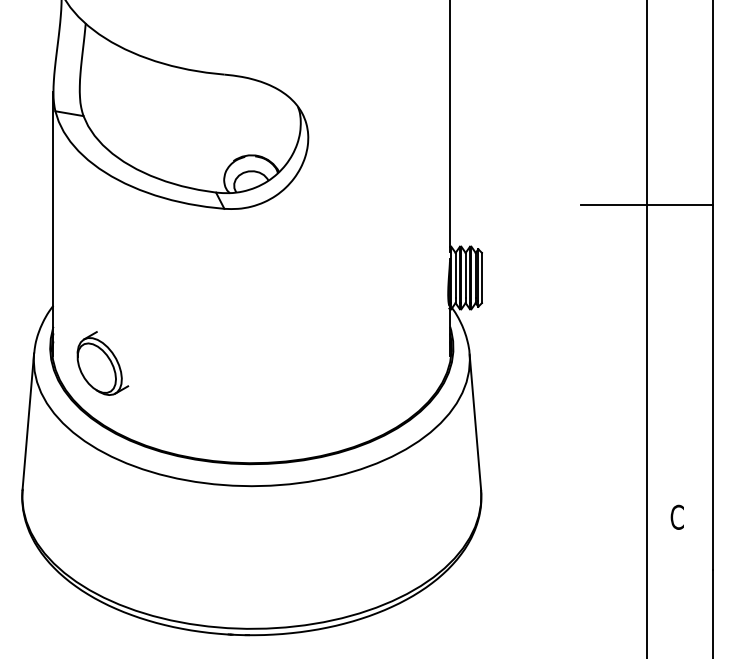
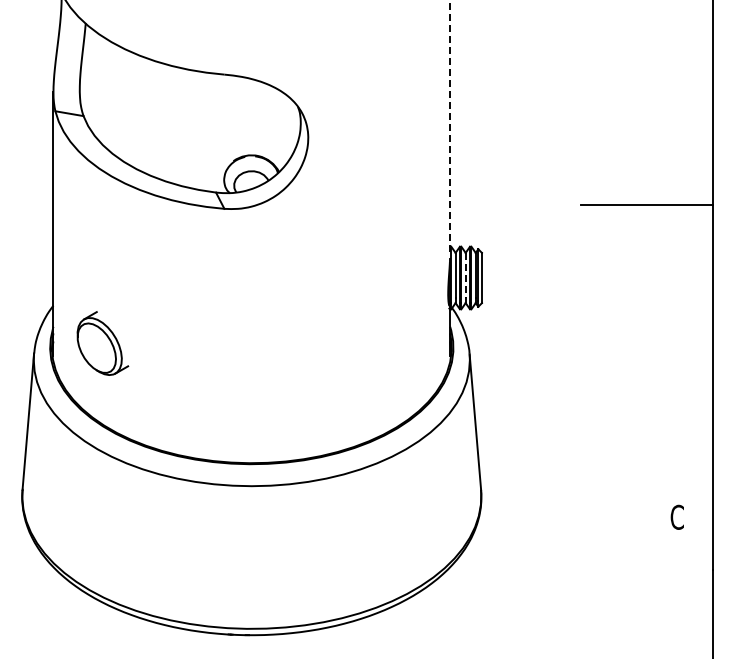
line at (450, 126): solid -> dashed
line at (465, 275): solid -> dashed
line at (647, 328): present -> none
part at (102, 363) position: (102, 363) -> (102, 343)
